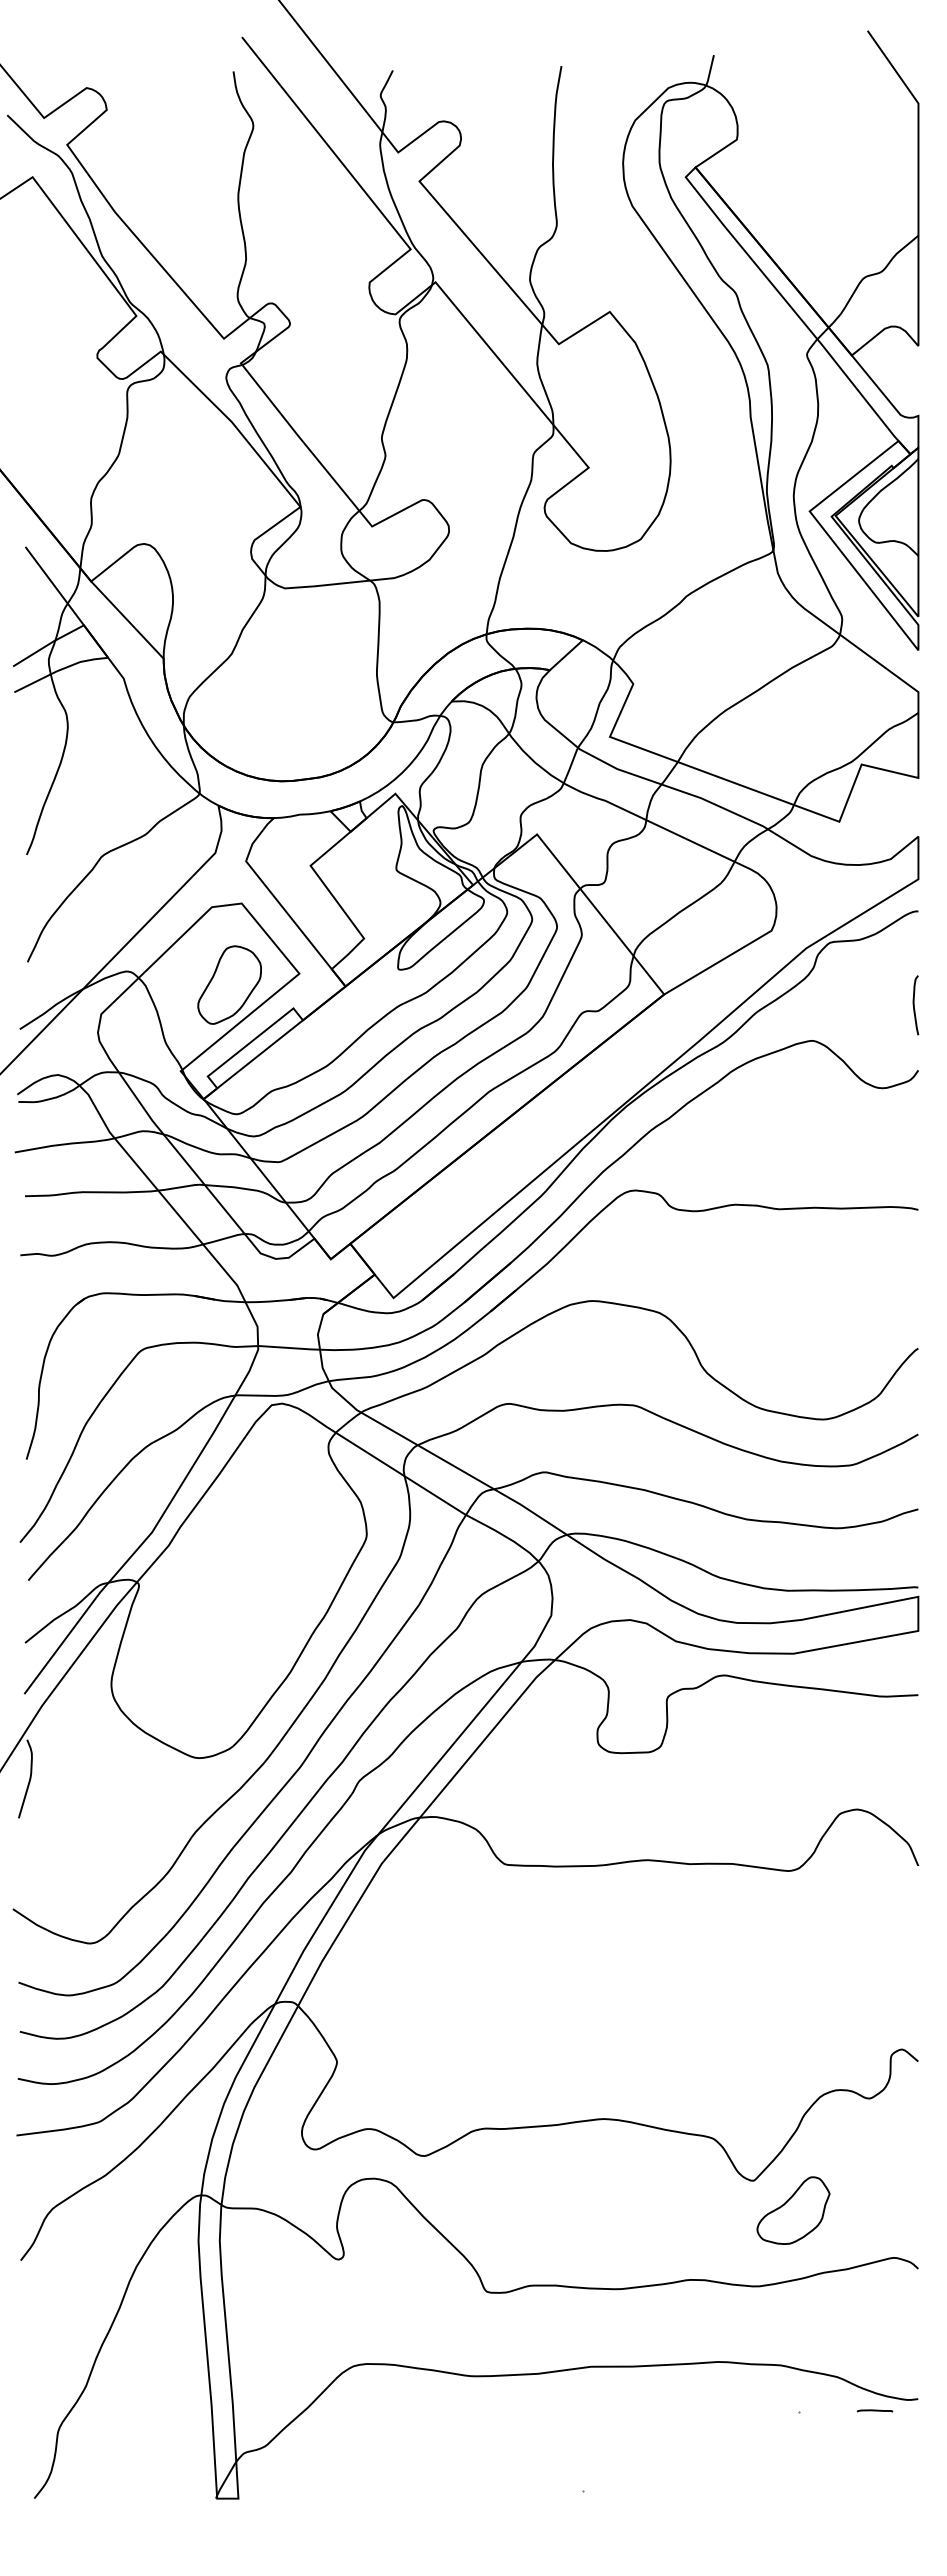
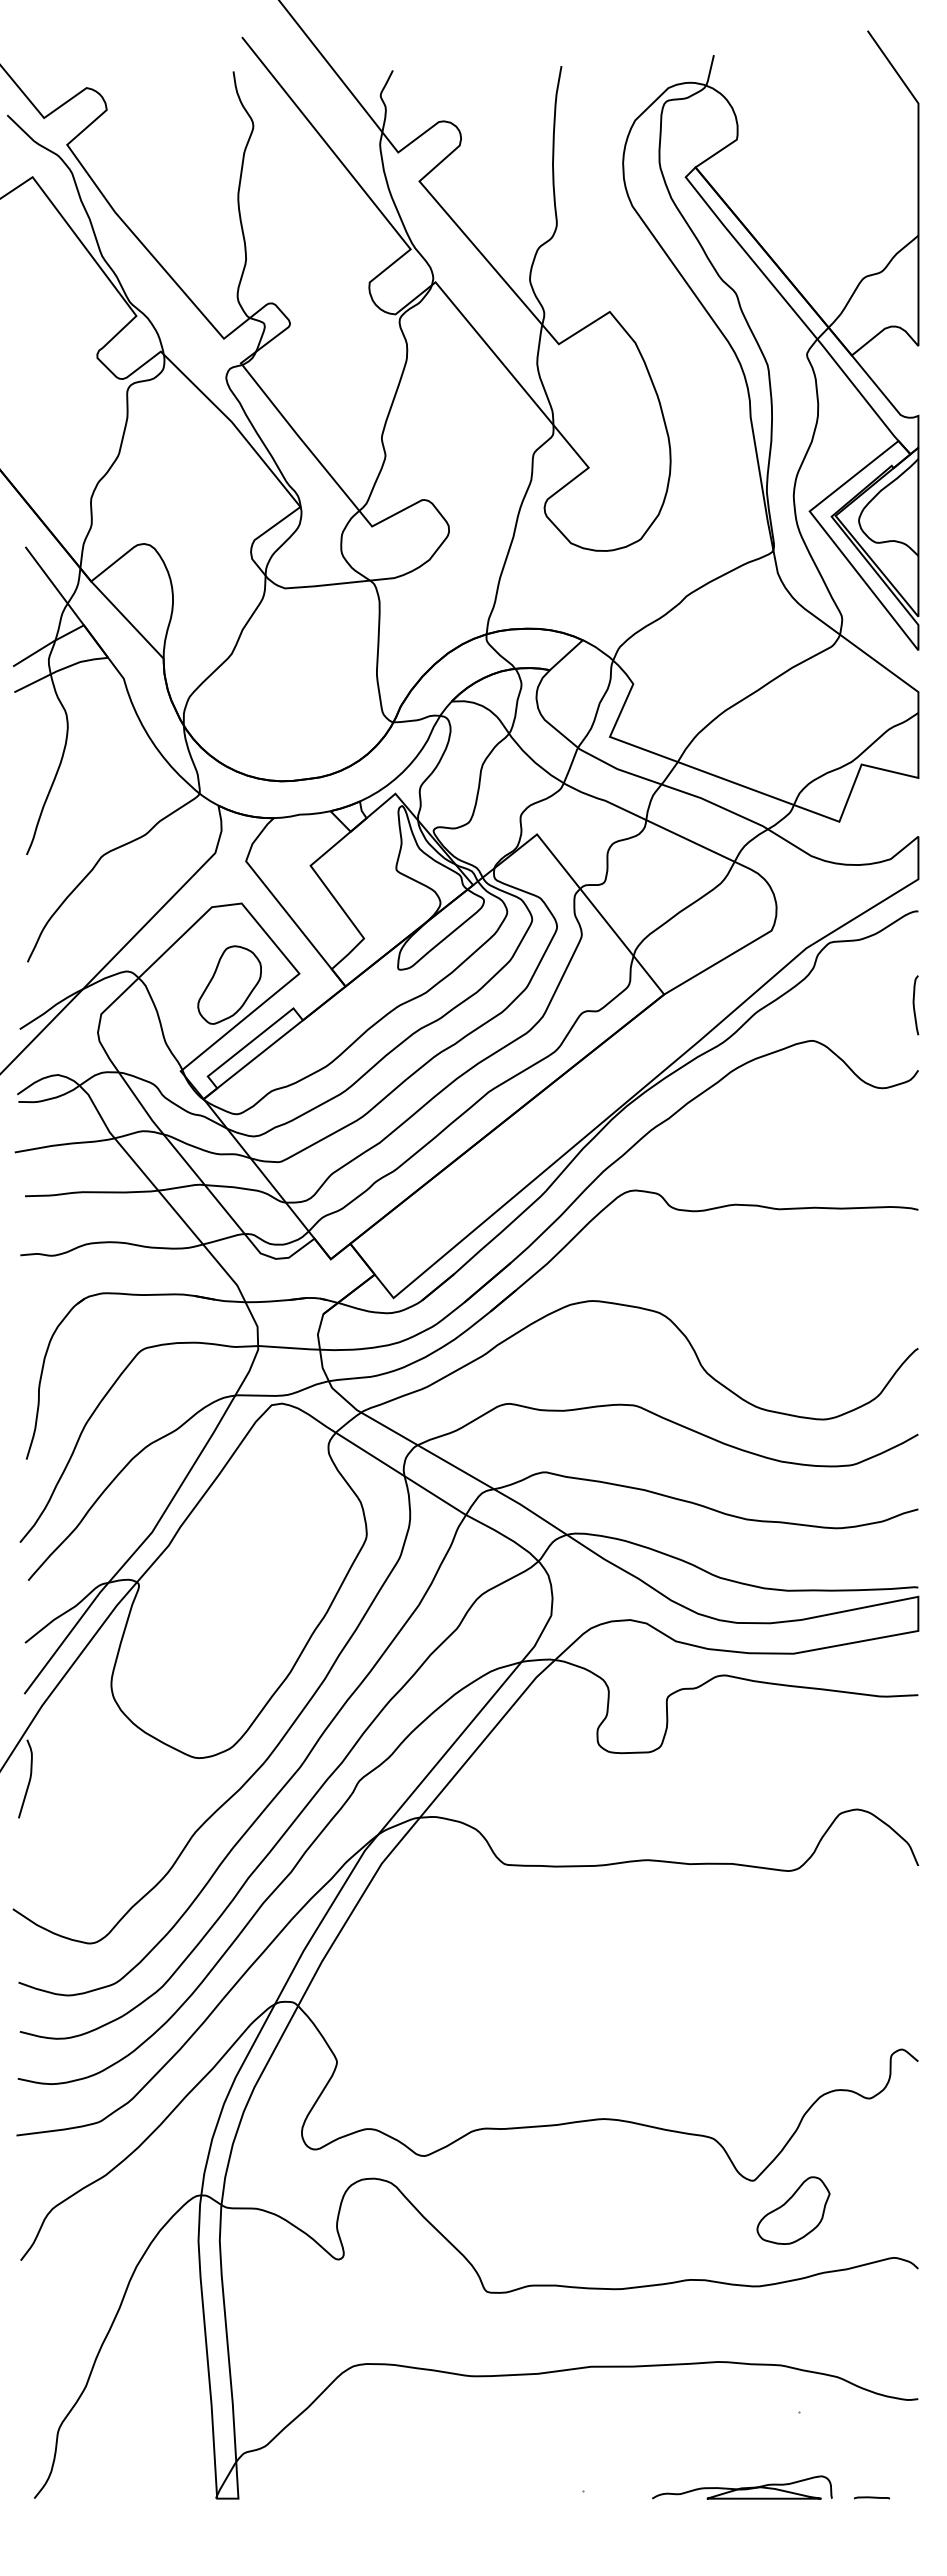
line at (875, 2410) position: (875, 2410) -> (872, 2497)
part at (742, 2487): none -> present
